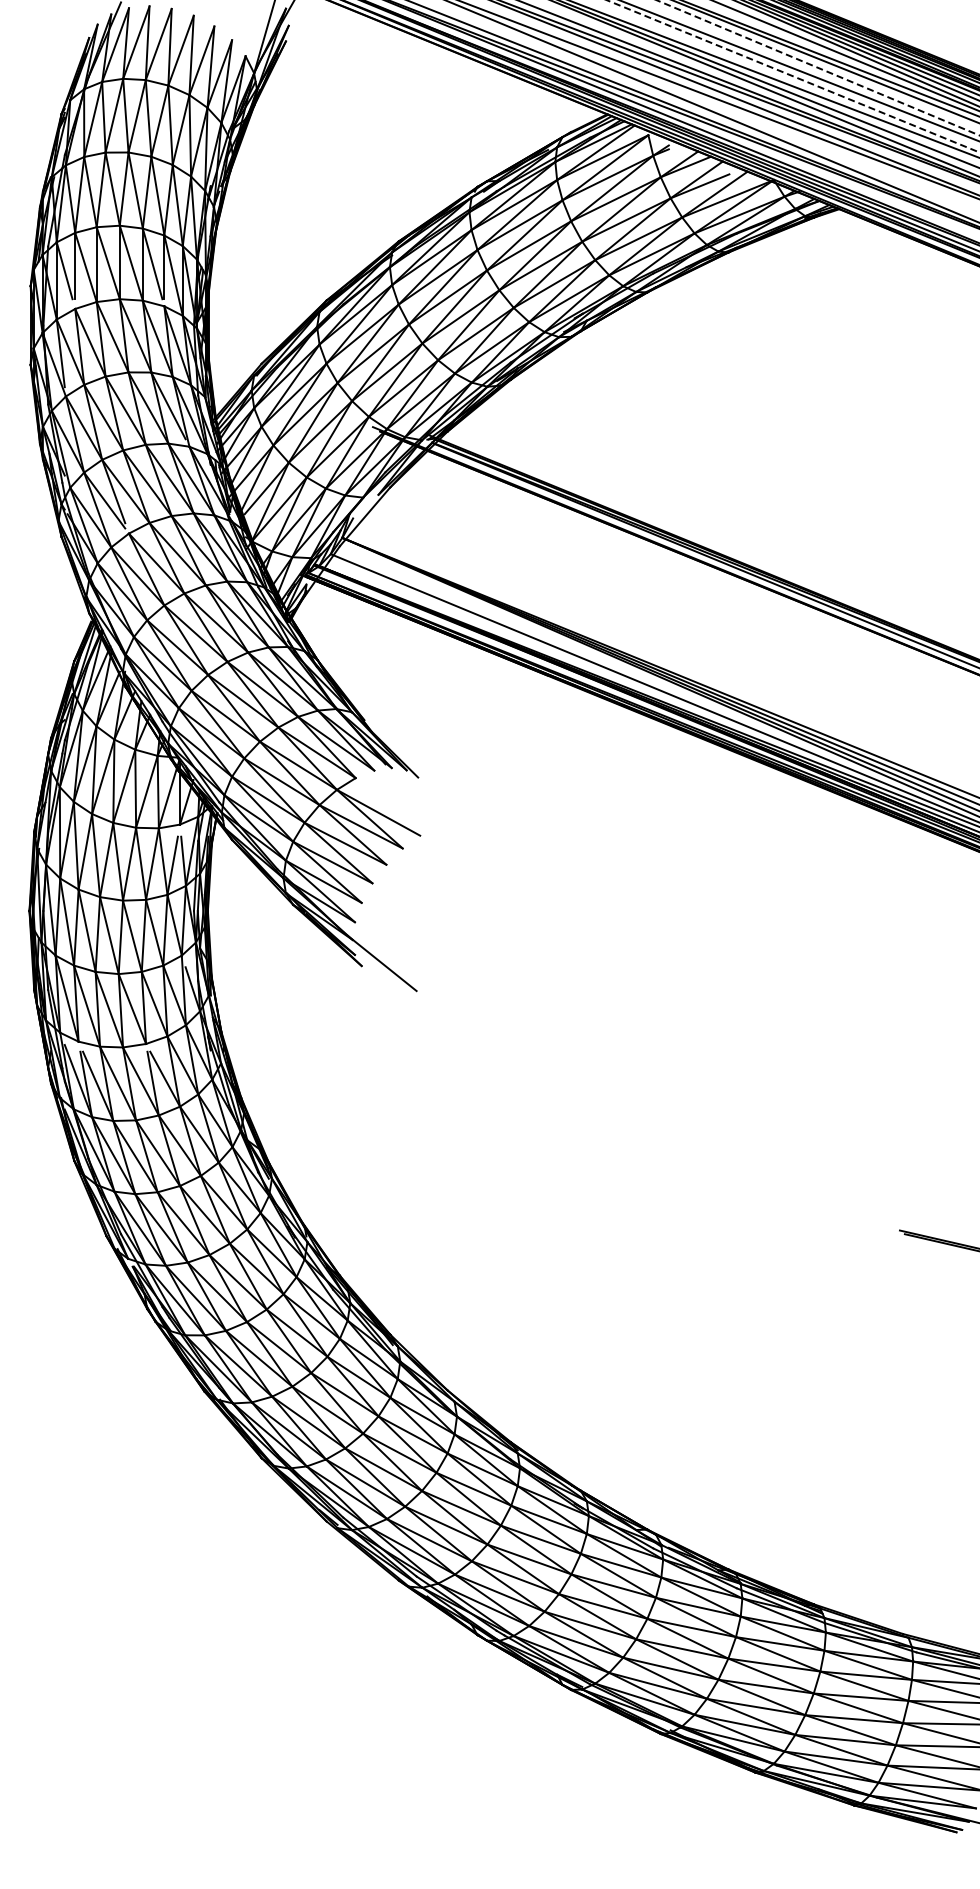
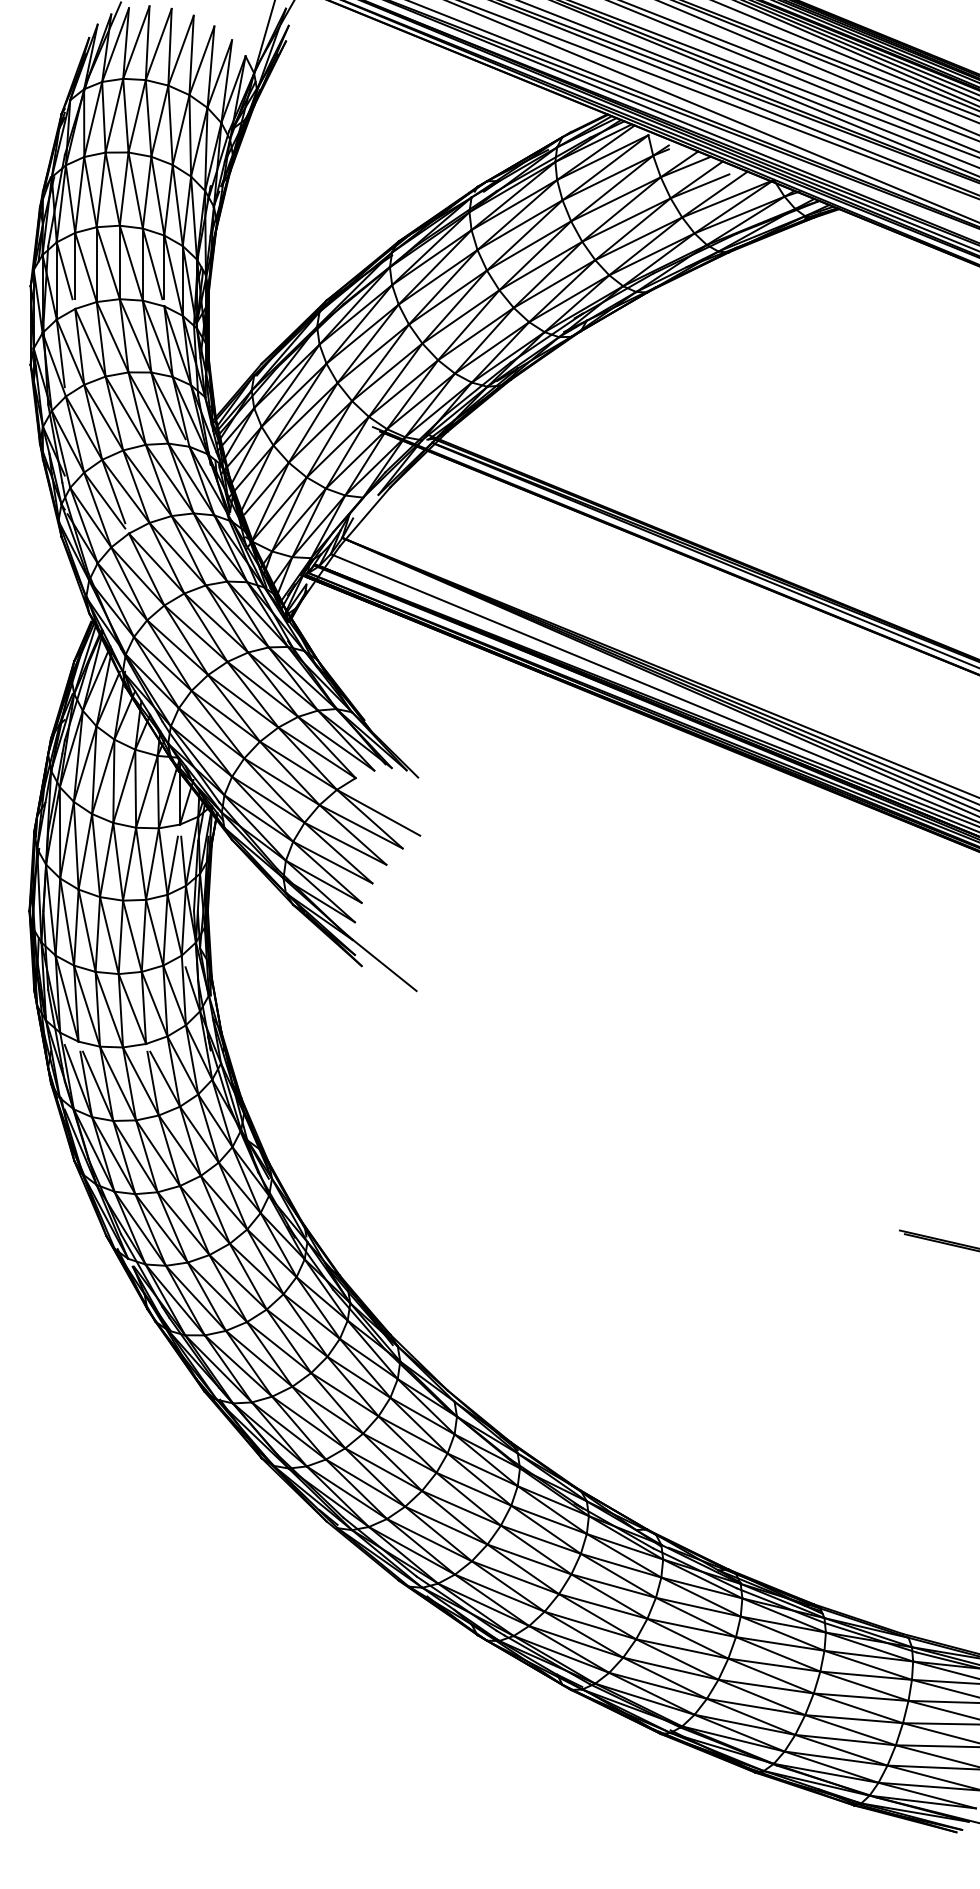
line at (818, 67): dashed -> solid
line at (793, 76): dashed -> solid
